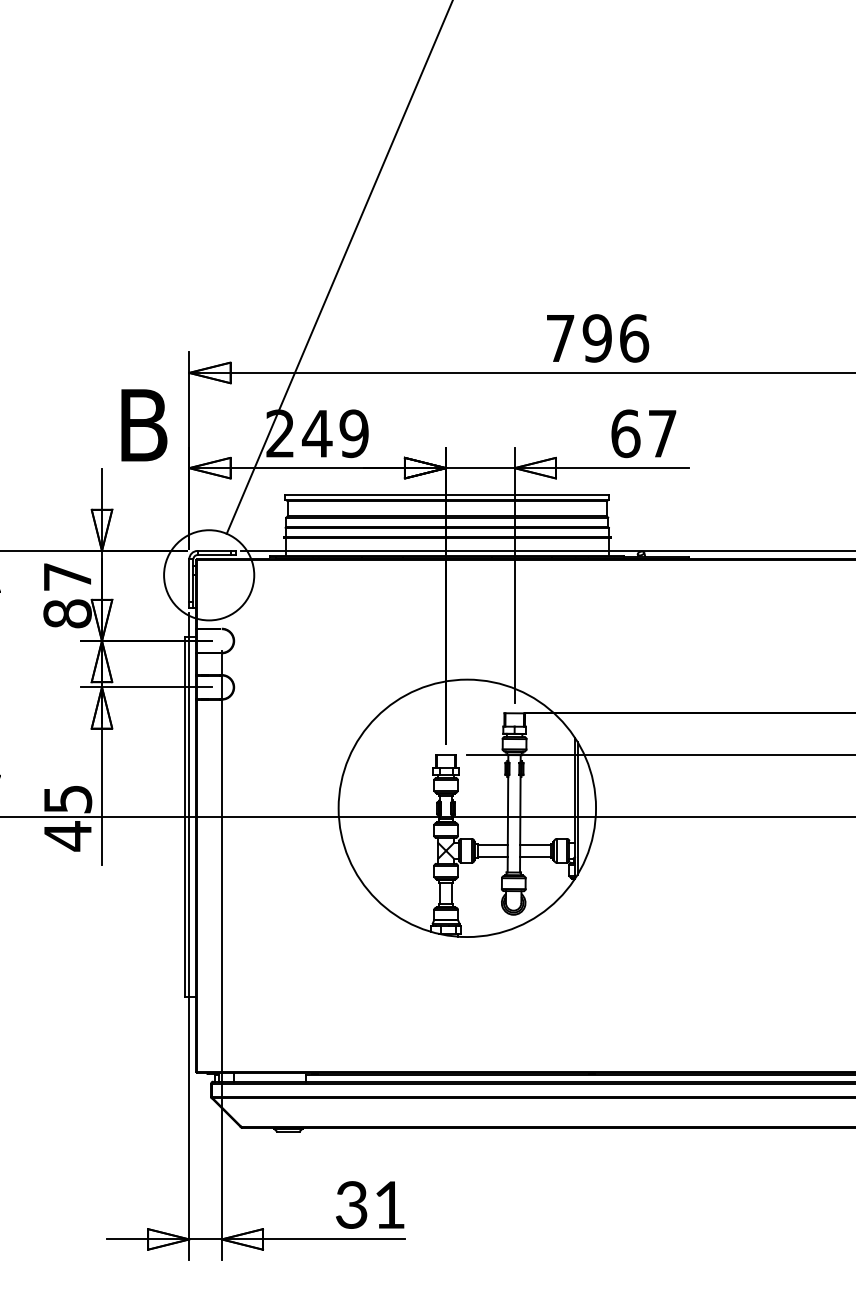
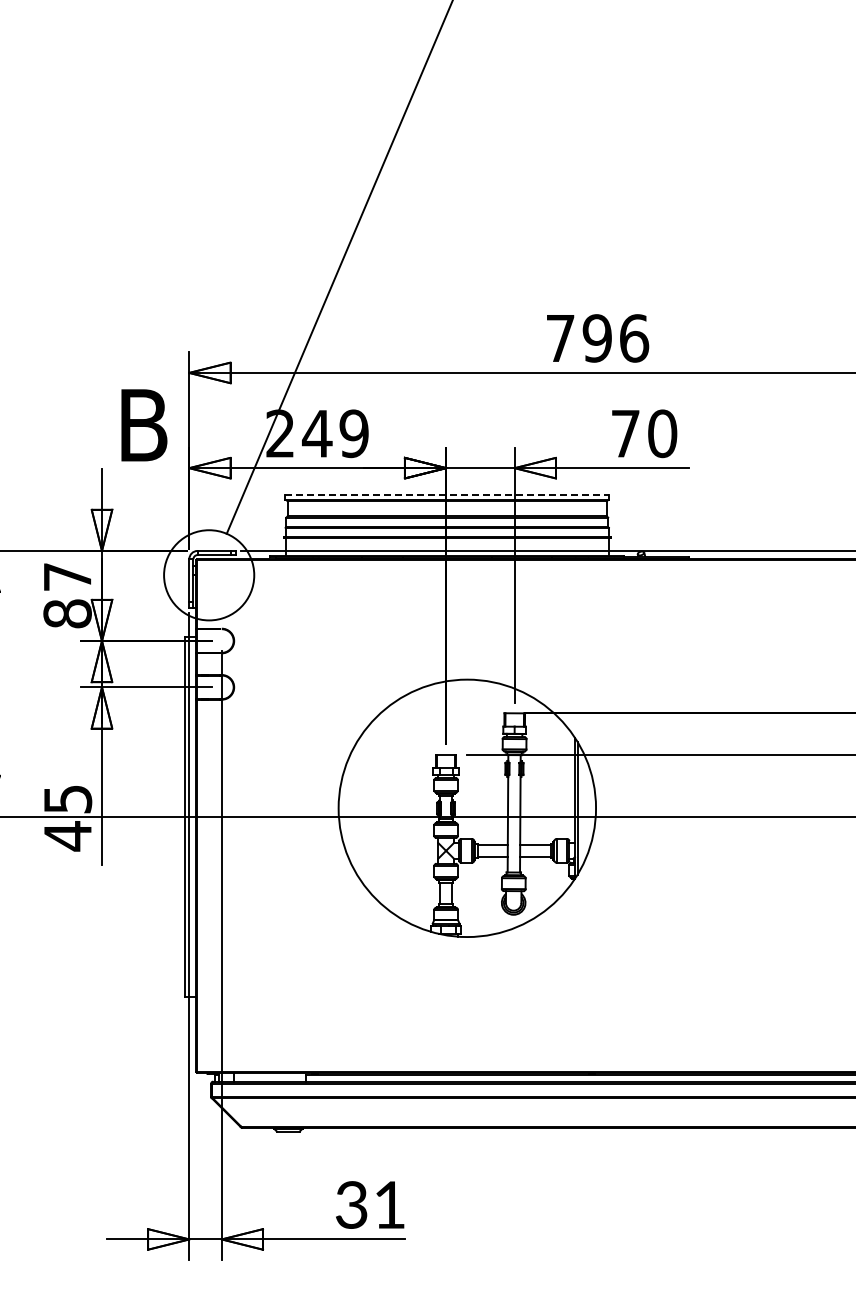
text at (644, 433): 67 -> 70
line at (447, 495): solid -> dashed
